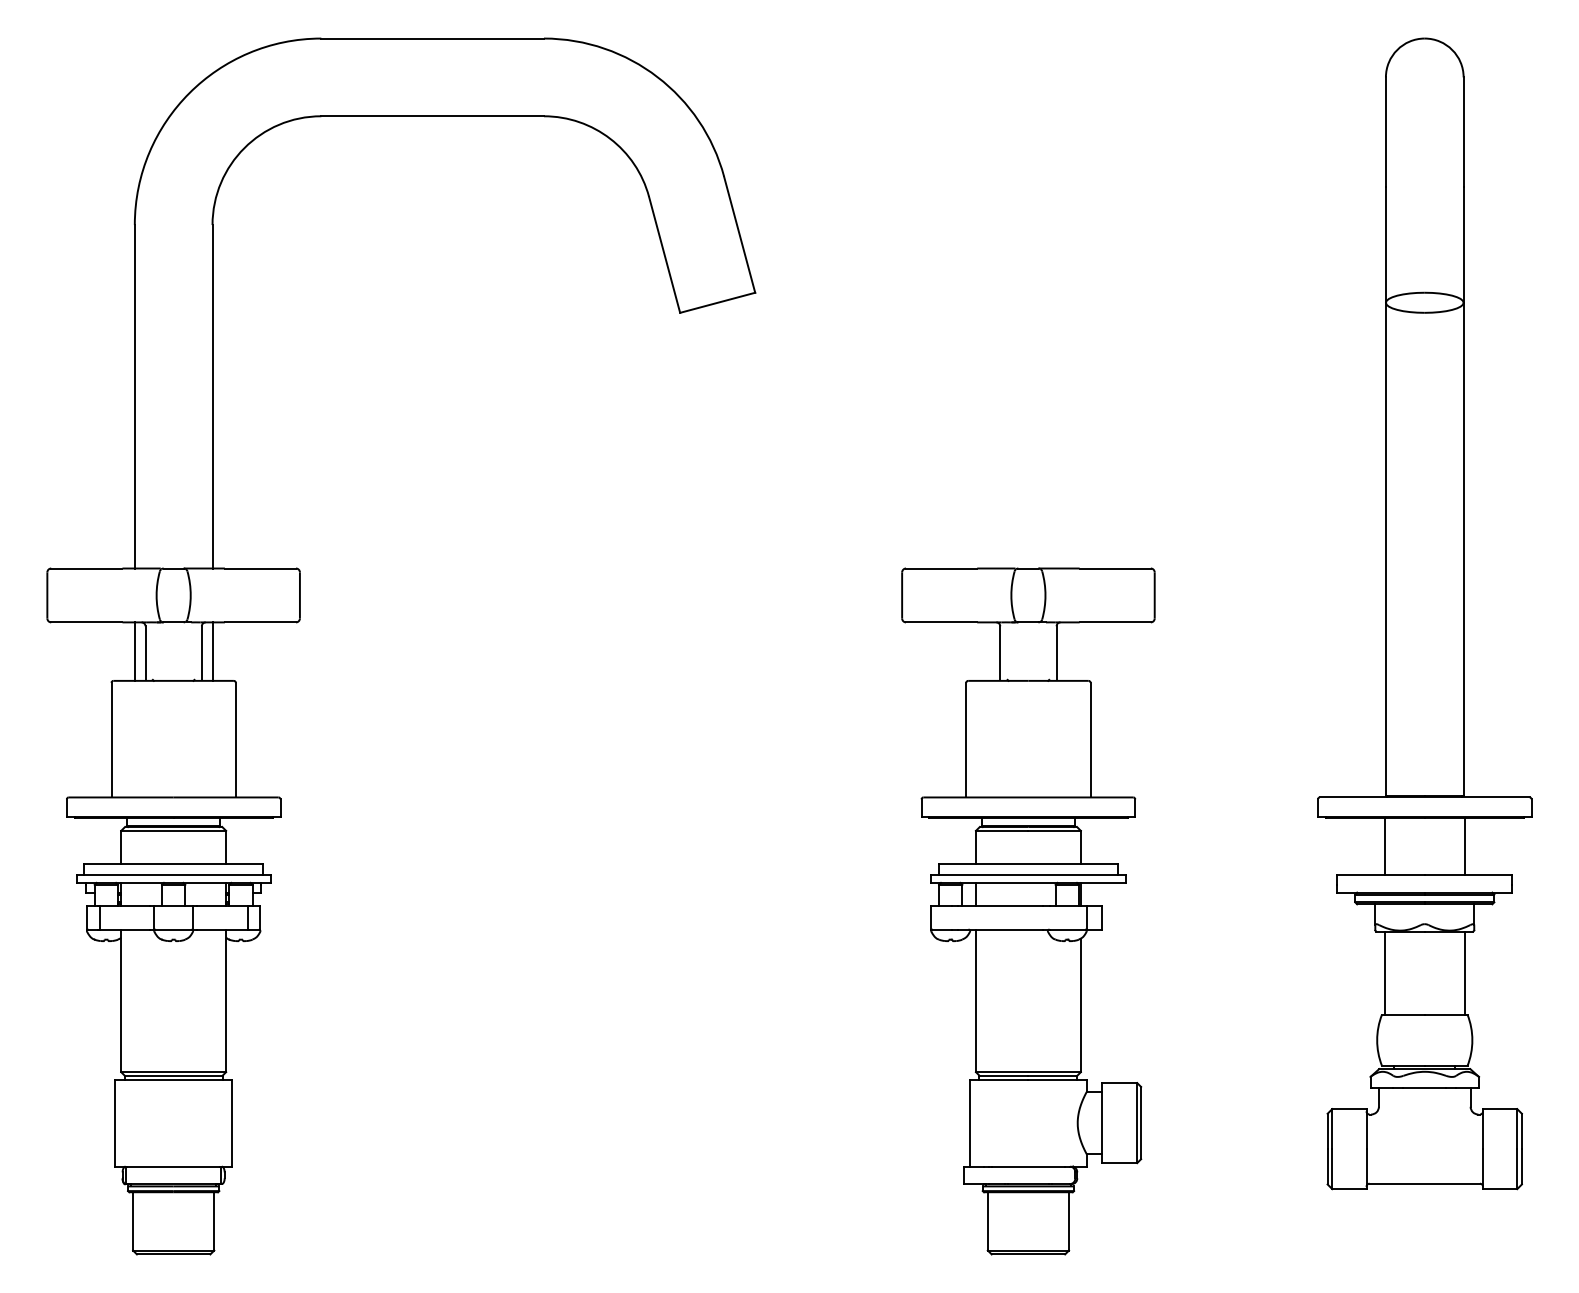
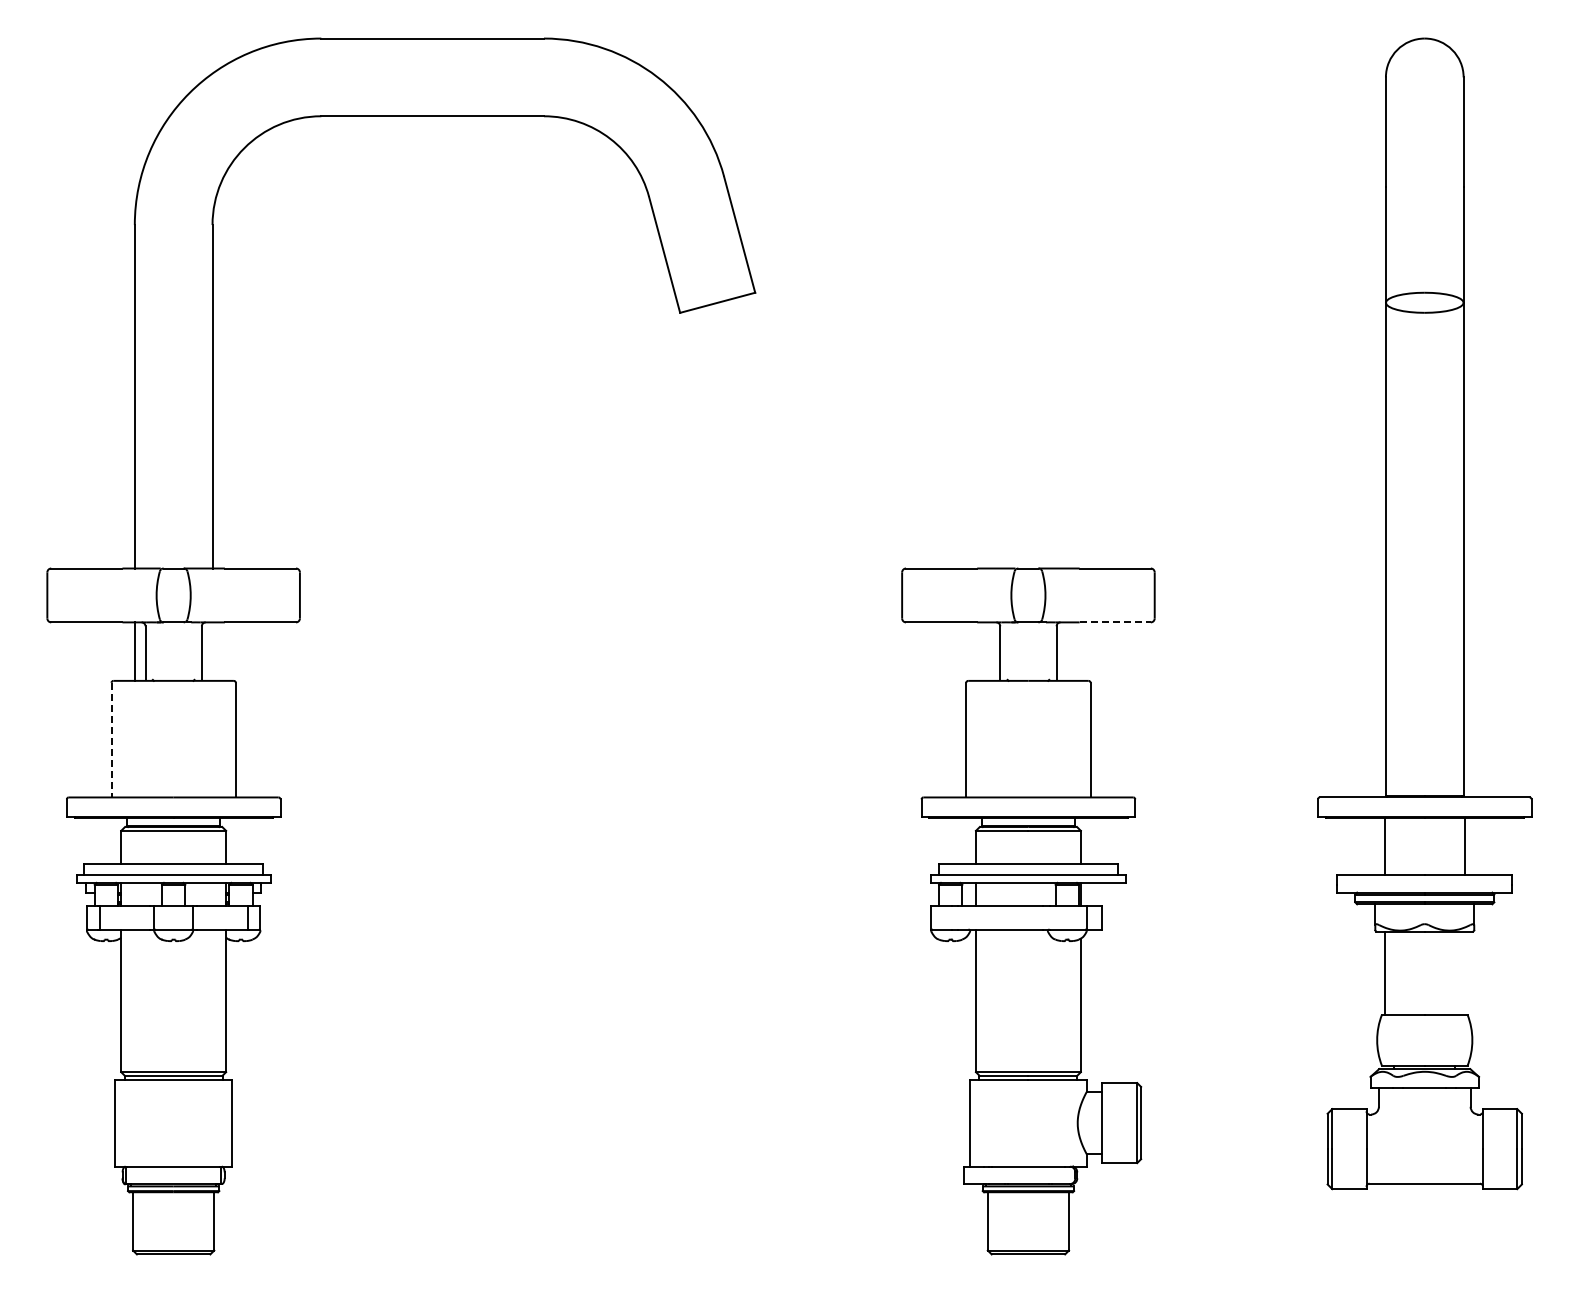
line at (1115, 622): solid -> dashed
line at (212, 651): present -> none
line at (111, 740): solid -> dashed
line at (1464, 972): present -> none
